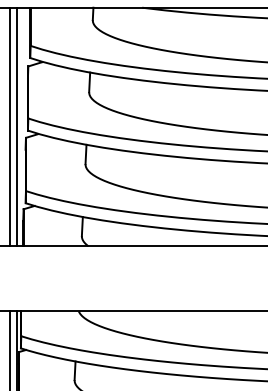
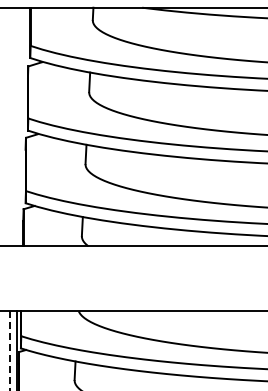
line at (10, 126): present -> none
line at (16, 126): present -> none
line at (10, 351): solid -> dashed
